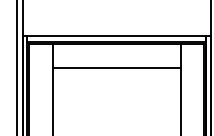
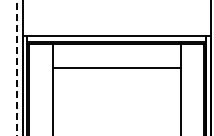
line at (16, 67): solid -> dashed
